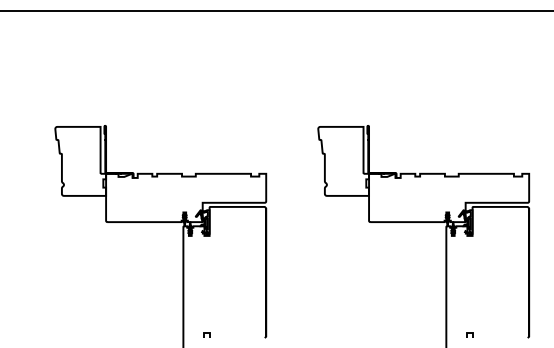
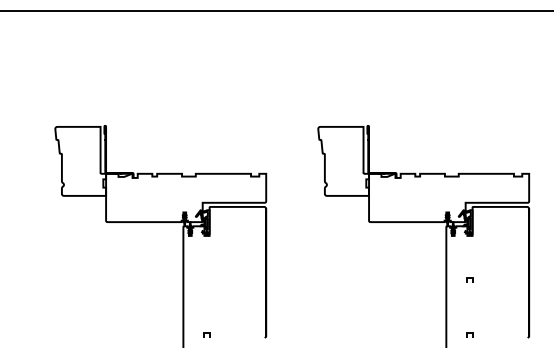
line at (469, 278): none -> present
